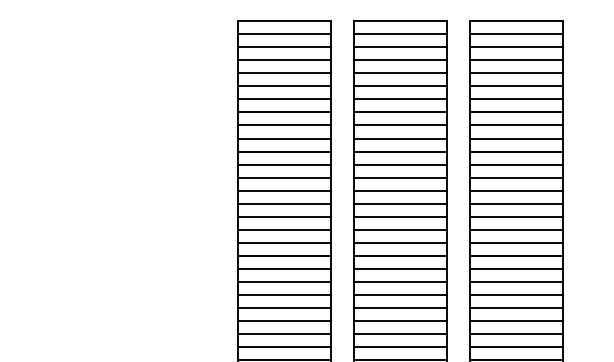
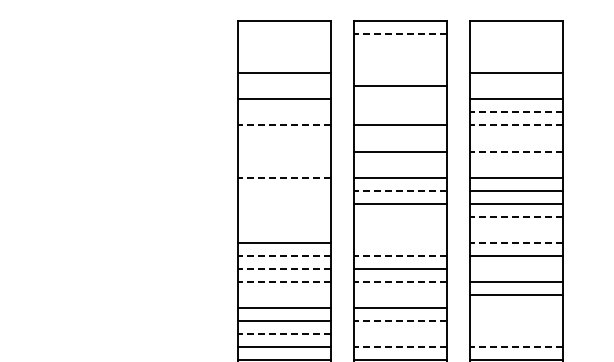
line at (284, 34): present -> none
line at (400, 34): solid -> dashed
line at (516, 34): present -> none
line at (284, 47): present -> none
line at (400, 47): present -> none
line at (516, 47): present -> none
line at (284, 60): present -> none
line at (400, 60): present -> none
line at (516, 60): present -> none
line at (400, 73): present -> none
line at (284, 86): present -> none
line at (516, 86): present -> none
line at (400, 99): present -> none
line at (284, 112): present -> none
line at (400, 112): present -> none
line at (516, 112): solid -> dashed
line at (284, 125): solid -> dashed
line at (516, 125): solid -> dashed
line at (284, 138): present -> none
line at (400, 138): present -> none
line at (516, 138): present -> none
line at (284, 151): present -> none
line at (516, 151): solid -> dashed
line at (284, 164): present -> none
line at (400, 164): present -> none
line at (516, 164): present -> none
line at (284, 177): solid -> dashed
line at (284, 190): present -> none
line at (400, 190): solid -> dashed
line at (284, 203): present -> none
line at (284, 216): present -> none
line at (400, 216): present -> none
line at (516, 216): solid -> dashed
line at (284, 229): present -> none
line at (400, 229): present -> none
line at (516, 229): present -> none
line at (400, 242): present -> none
line at (516, 242): solid -> dashed
line at (284, 255): solid -> dashed
line at (400, 255): solid -> dashed
line at (284, 269): solid -> dashed
line at (516, 269): present -> none
line at (284, 282): solid -> dashed
line at (400, 282): solid -> dashed
line at (284, 295): present -> none
line at (400, 295): present -> none
line at (516, 308): present -> none
line at (400, 321): solid -> dashed
line at (516, 321): present -> none
line at (284, 334): solid -> dashed
line at (400, 334): present -> none
line at (516, 334): present -> none
line at (400, 347): solid -> dashed
line at (516, 347): solid -> dashed
